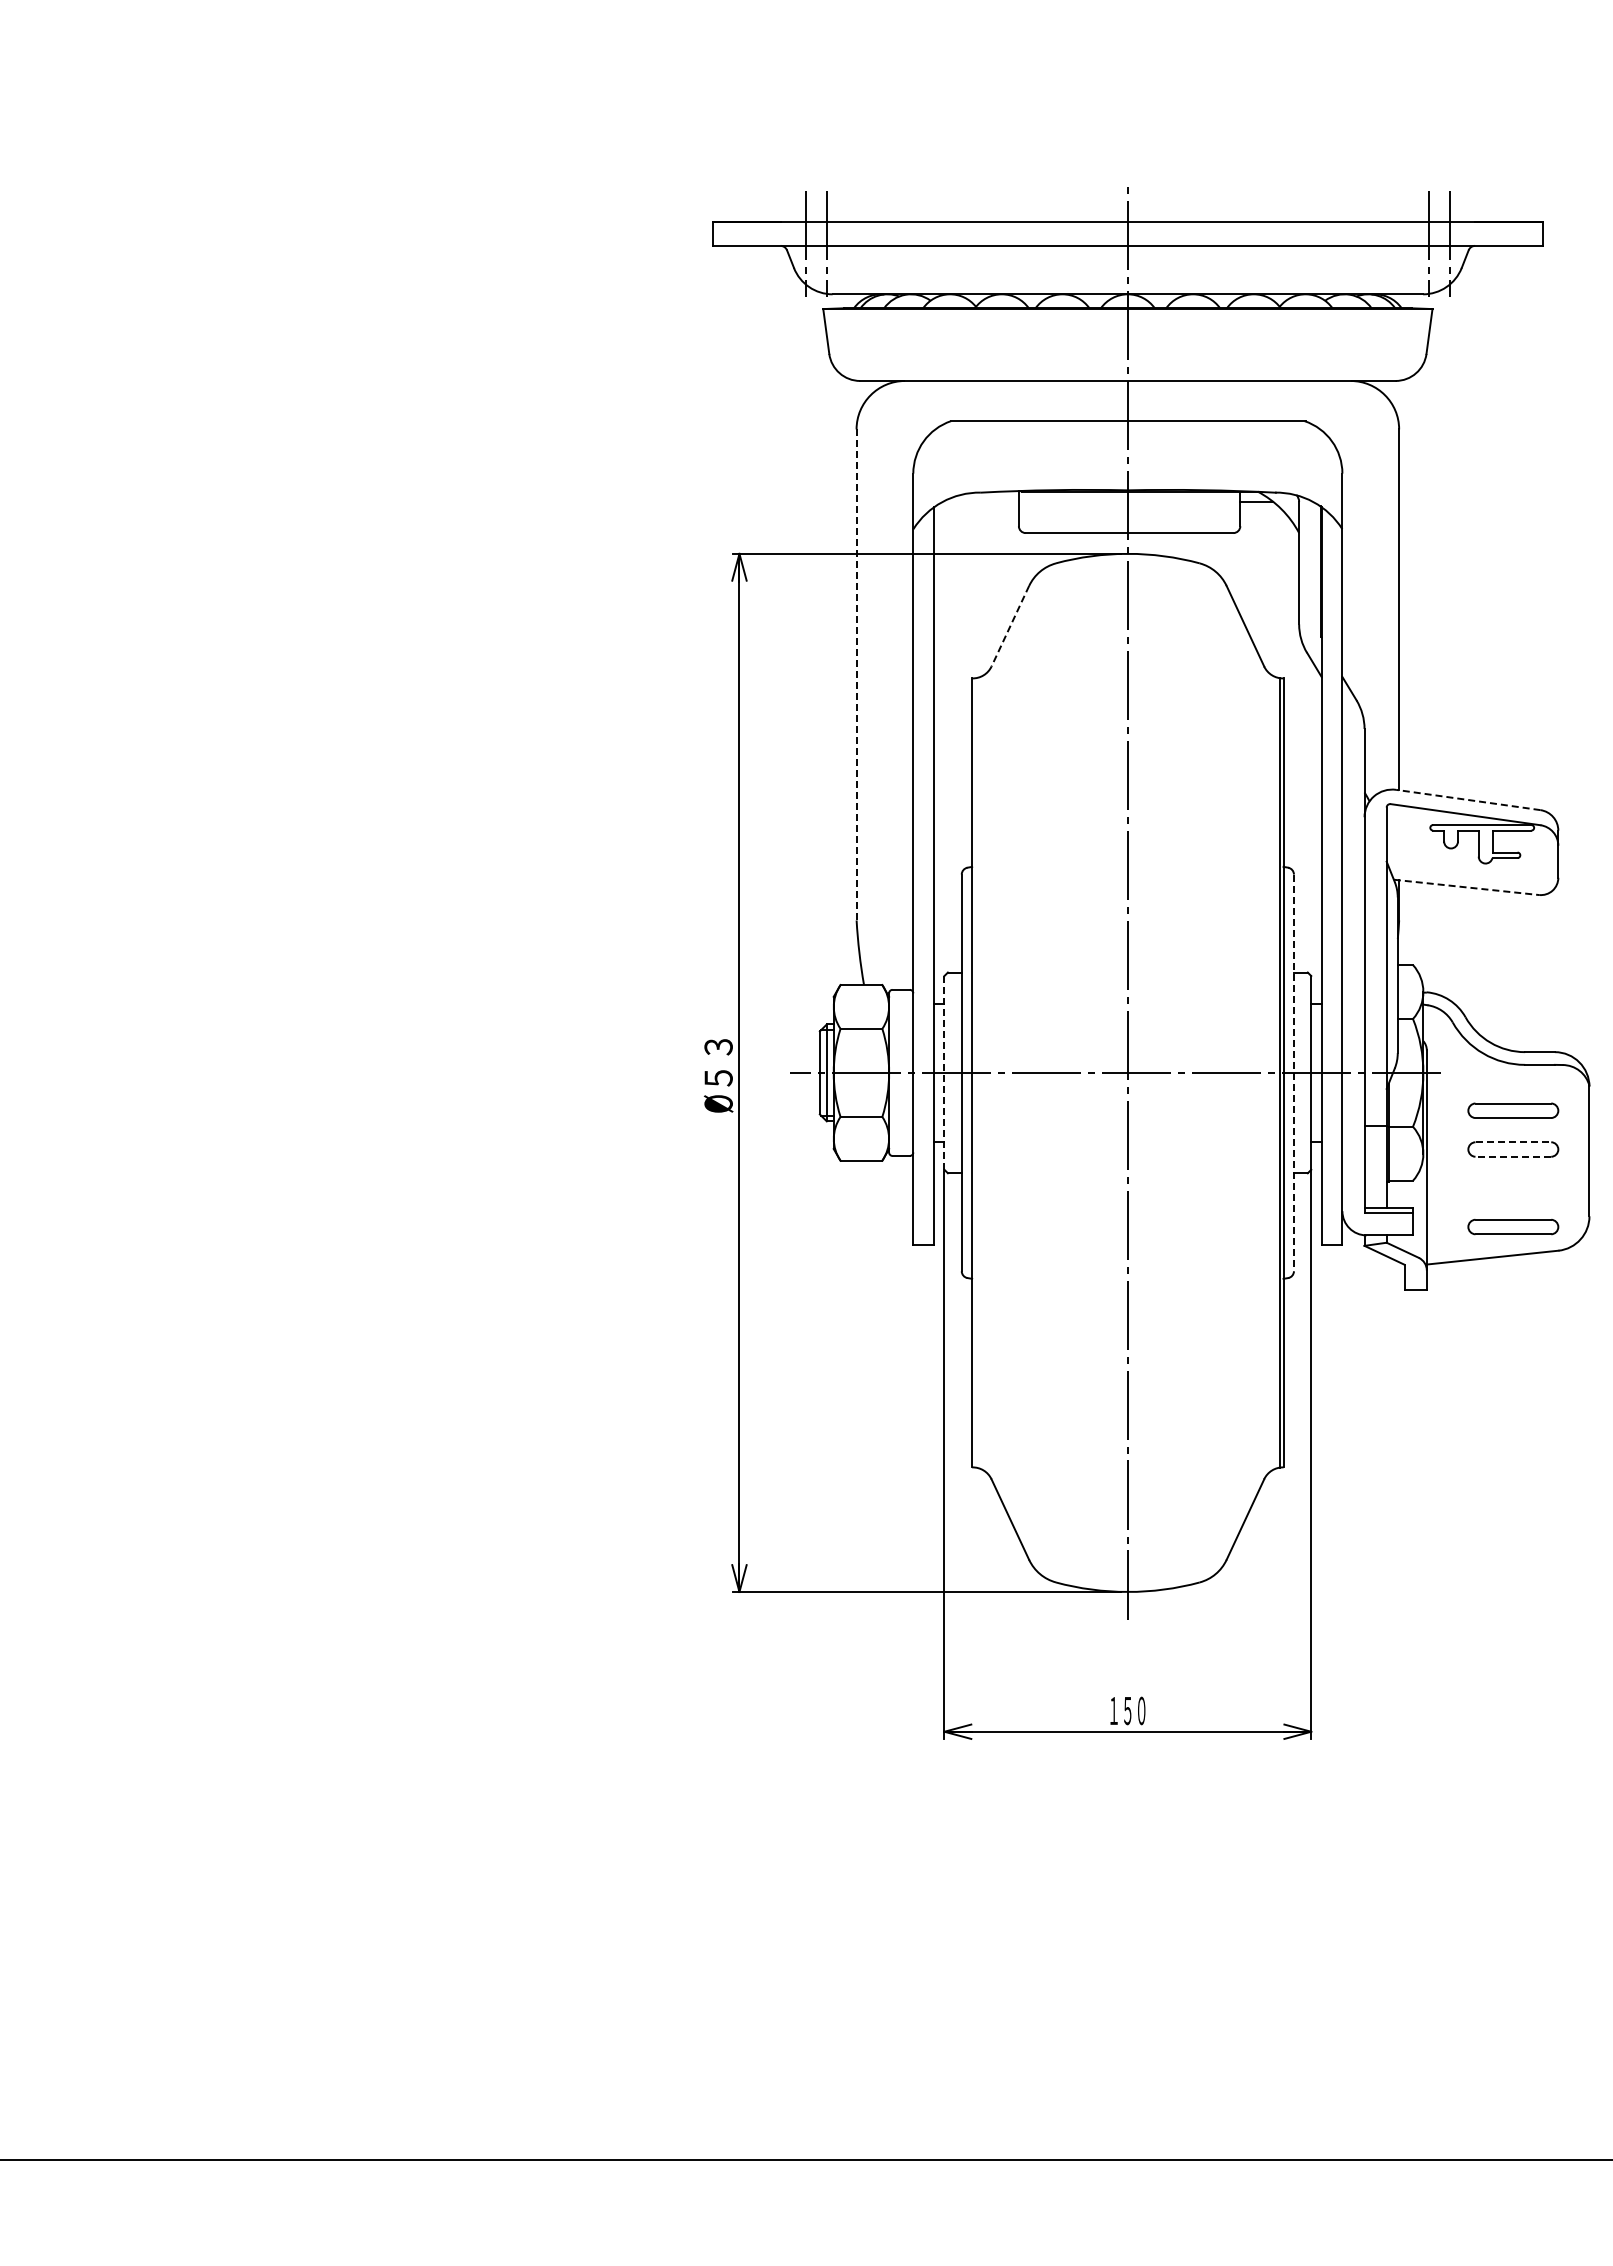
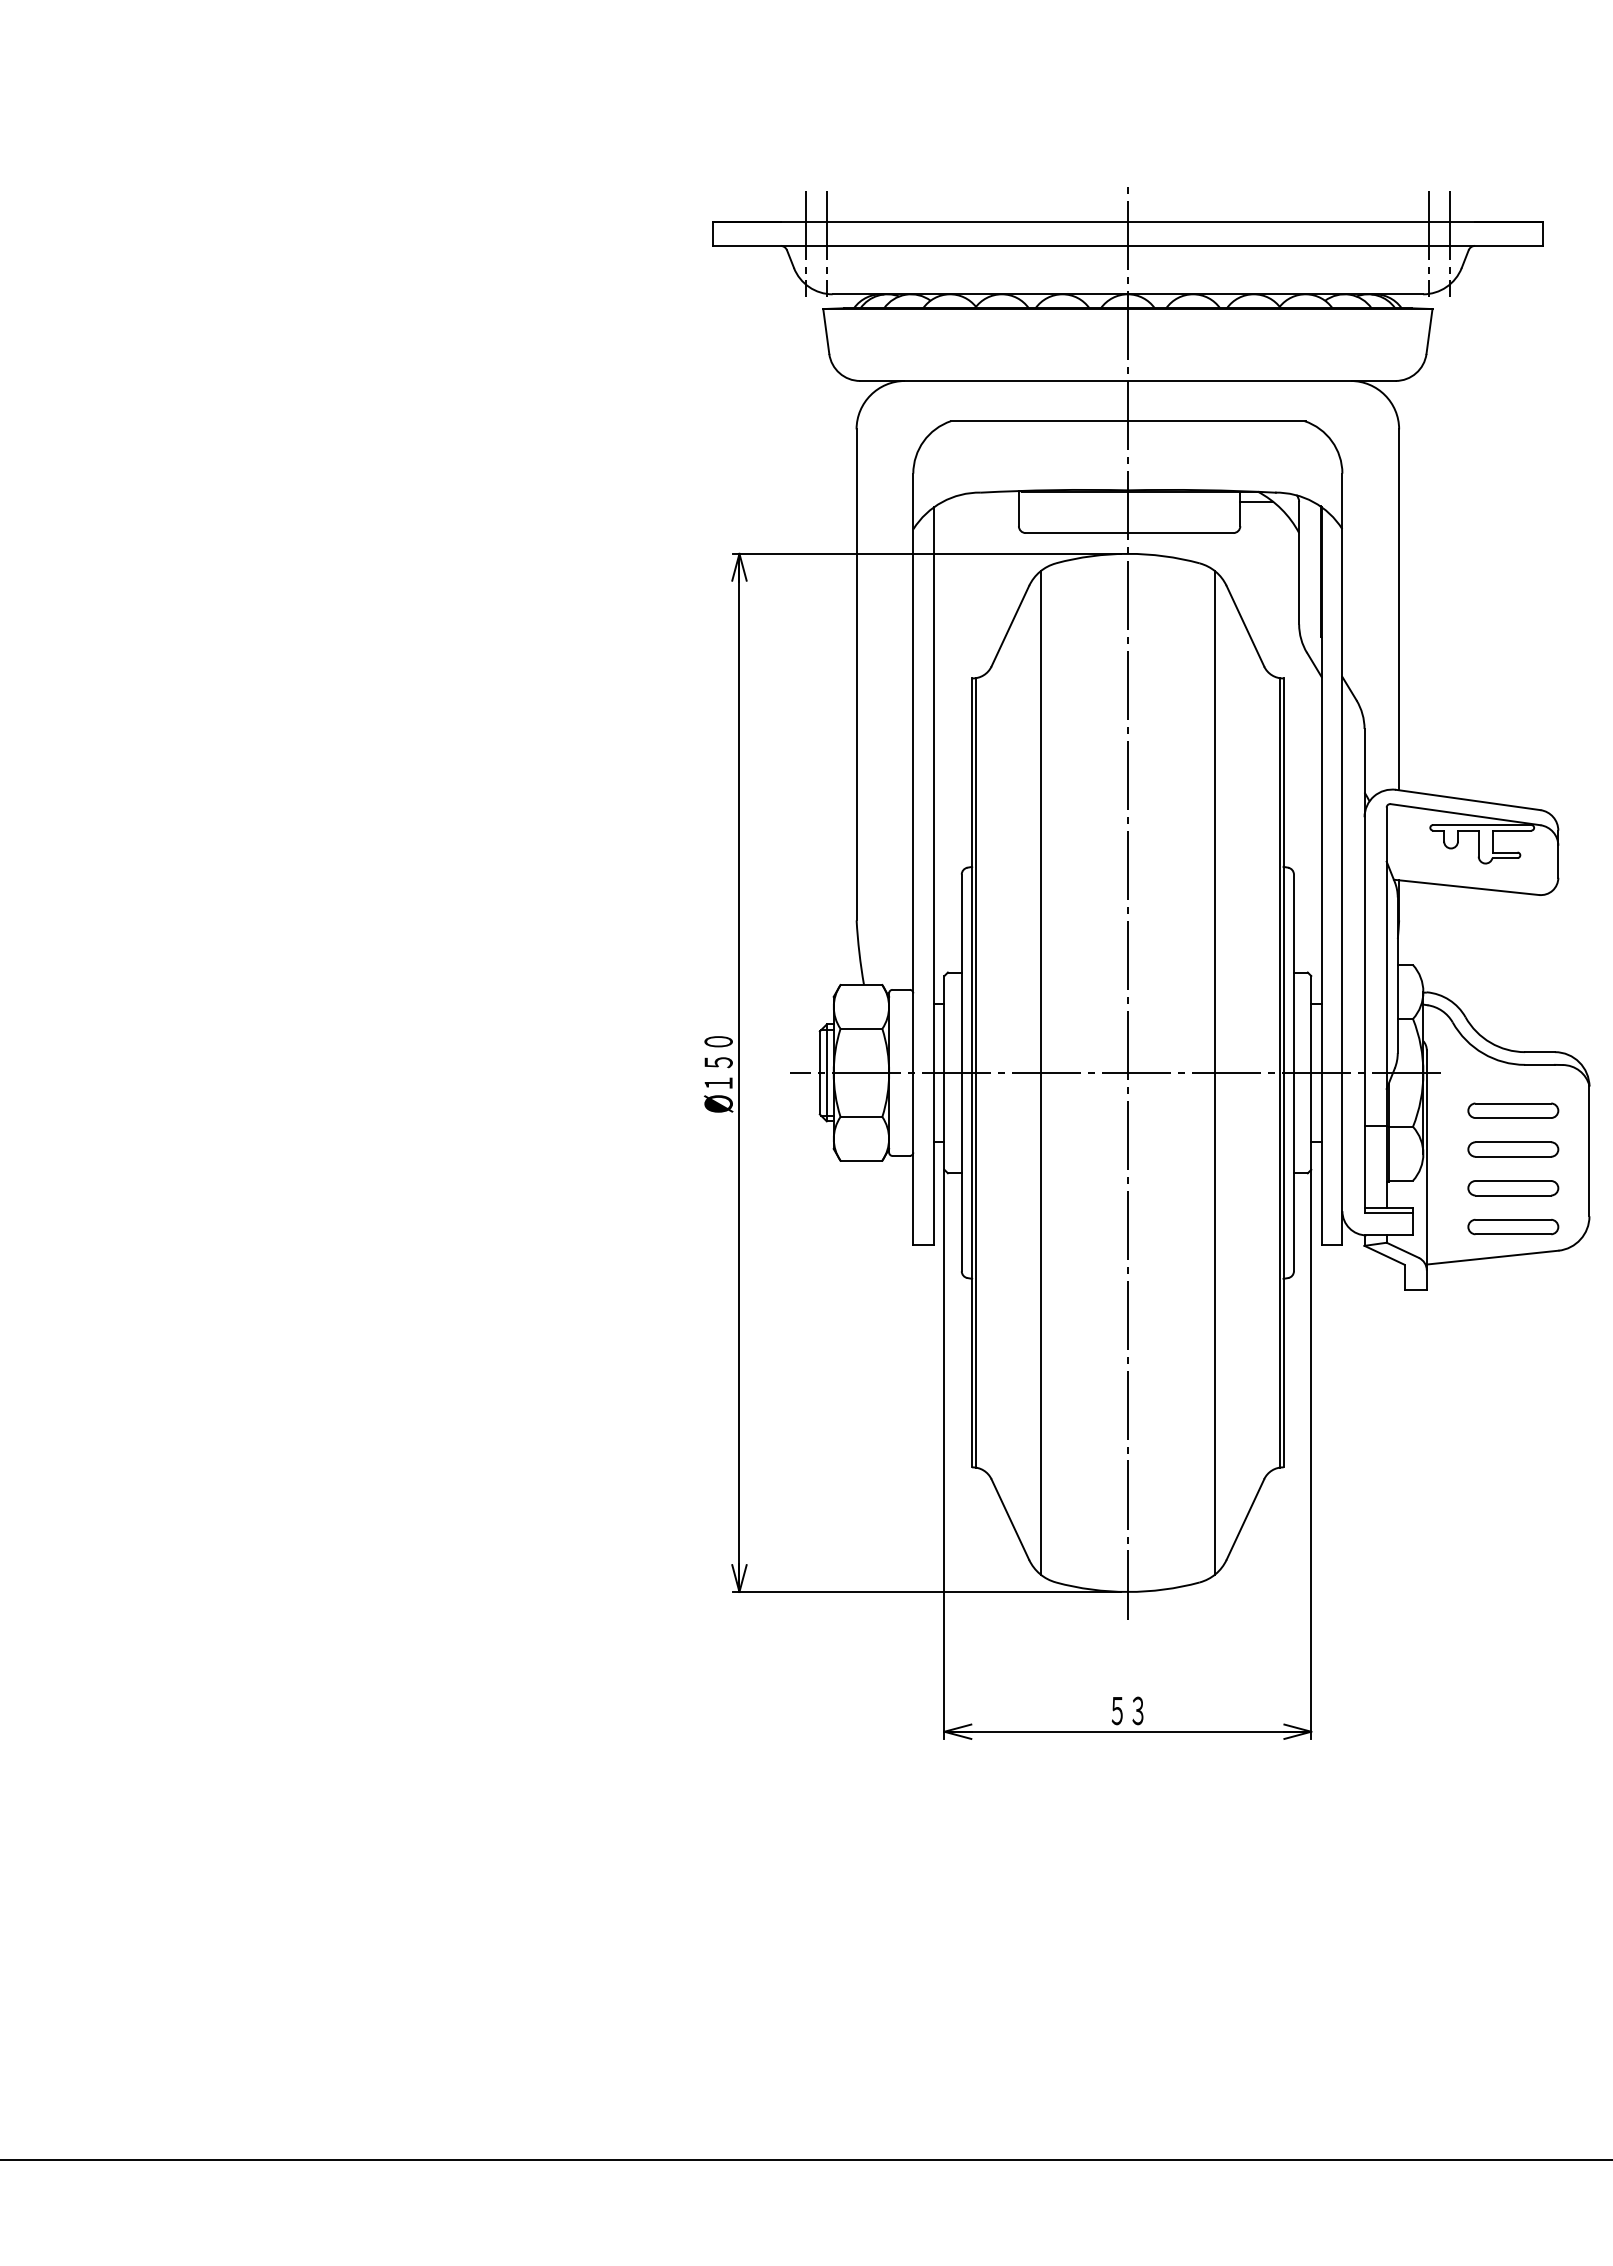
line at (1010, 626): dashed -> solid
line at (856, 674): dashed -> solid
line at (1468, 799): dashed -> solid
line at (1467, 887): dashed -> solid
text at (718, 1062): ５３ -> １５０
line at (944, 1072): dashed -> solid
line at (976, 1072): none -> present
line at (1041, 1072): none -> present
line at (1214, 1072): none -> present
line at (1293, 1073): dashed -> solid
line at (1513, 1142): dashed -> solid
line at (1513, 1156): dashed -> solid
part at (1513, 1188): none -> present
text at (1127, 1710): １５０ -> ５３
